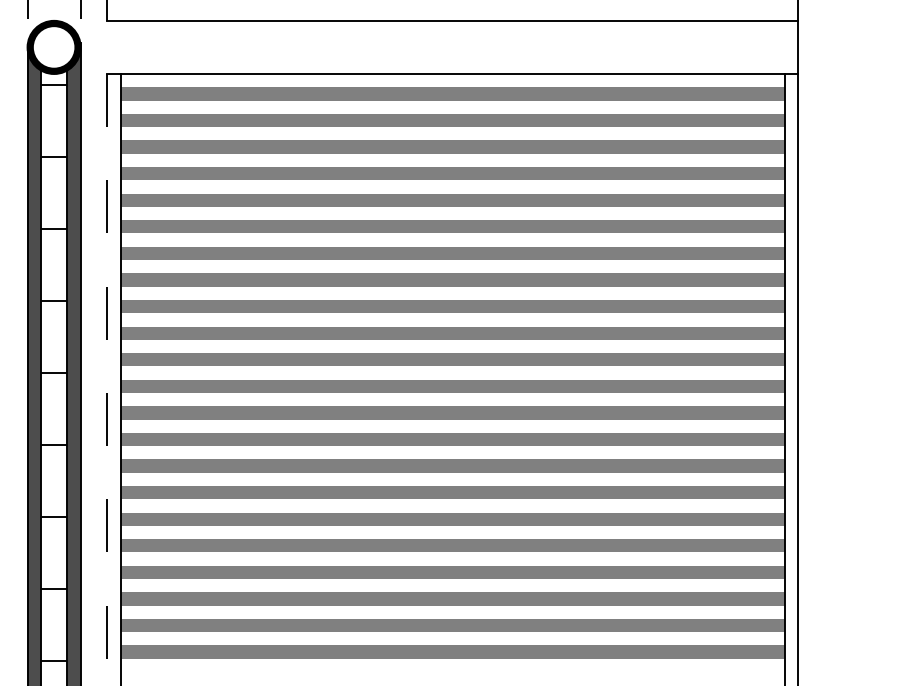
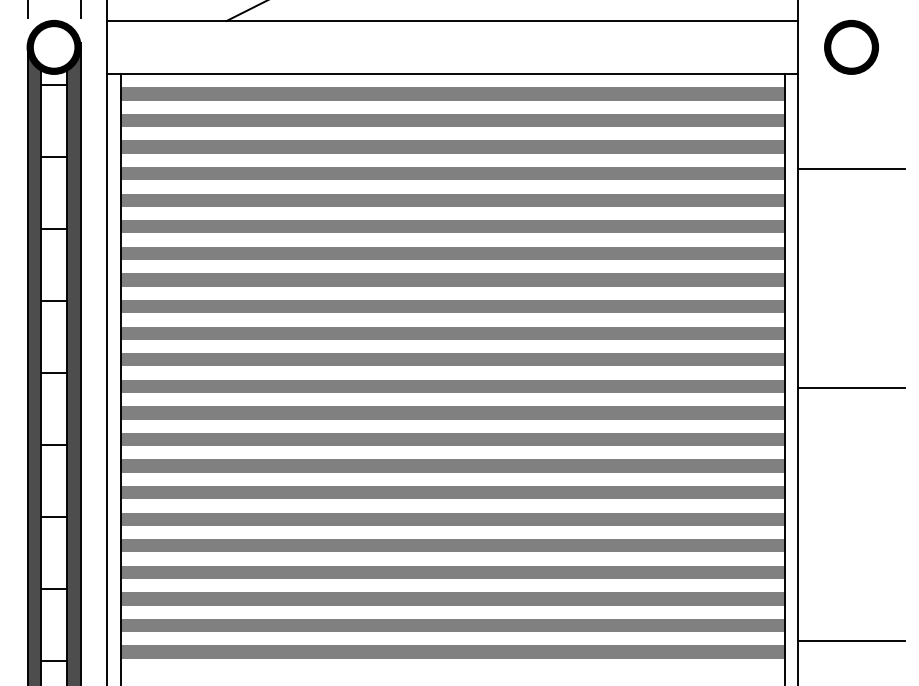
line at (245, 11): none -> present
part at (851, 47): none -> present
line at (851, 169): none -> present
line at (107, 342): dashed -> solid
line at (851, 388): none -> present
line at (851, 641): none -> present
